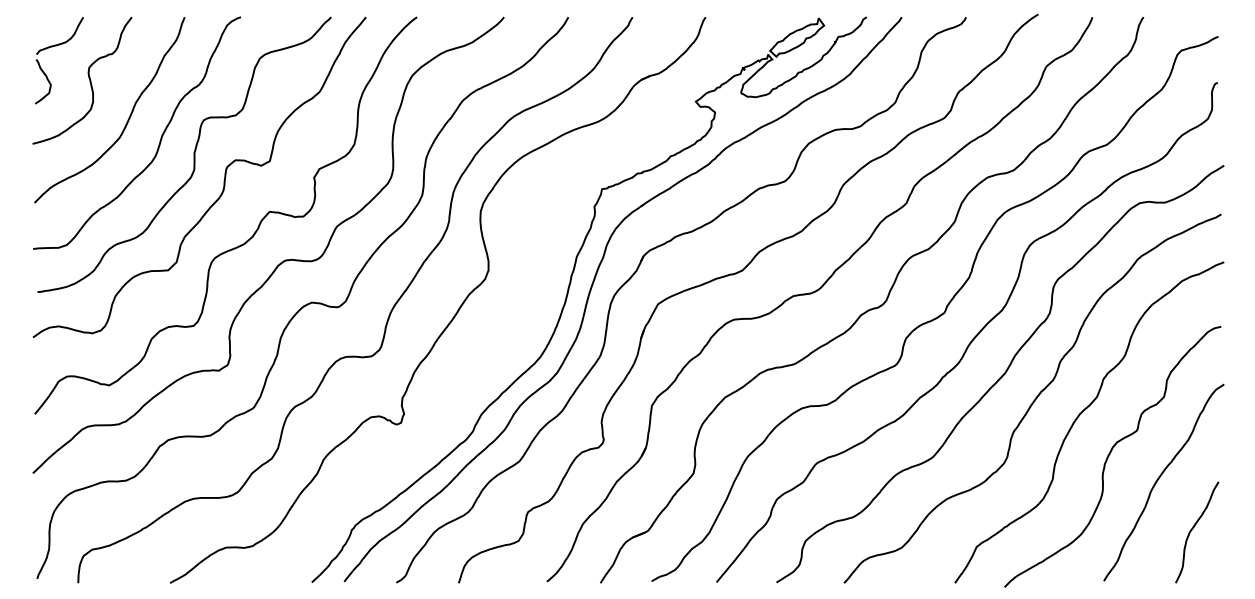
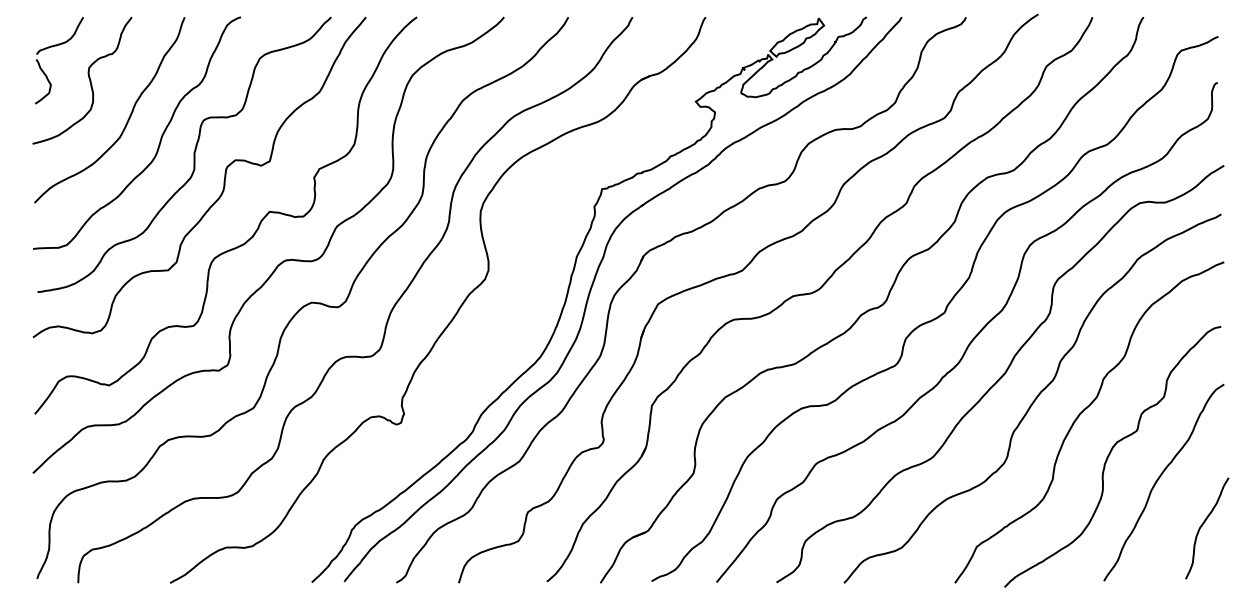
curve at (1192, 530) position: (1192, 530) -> (1202, 526)
